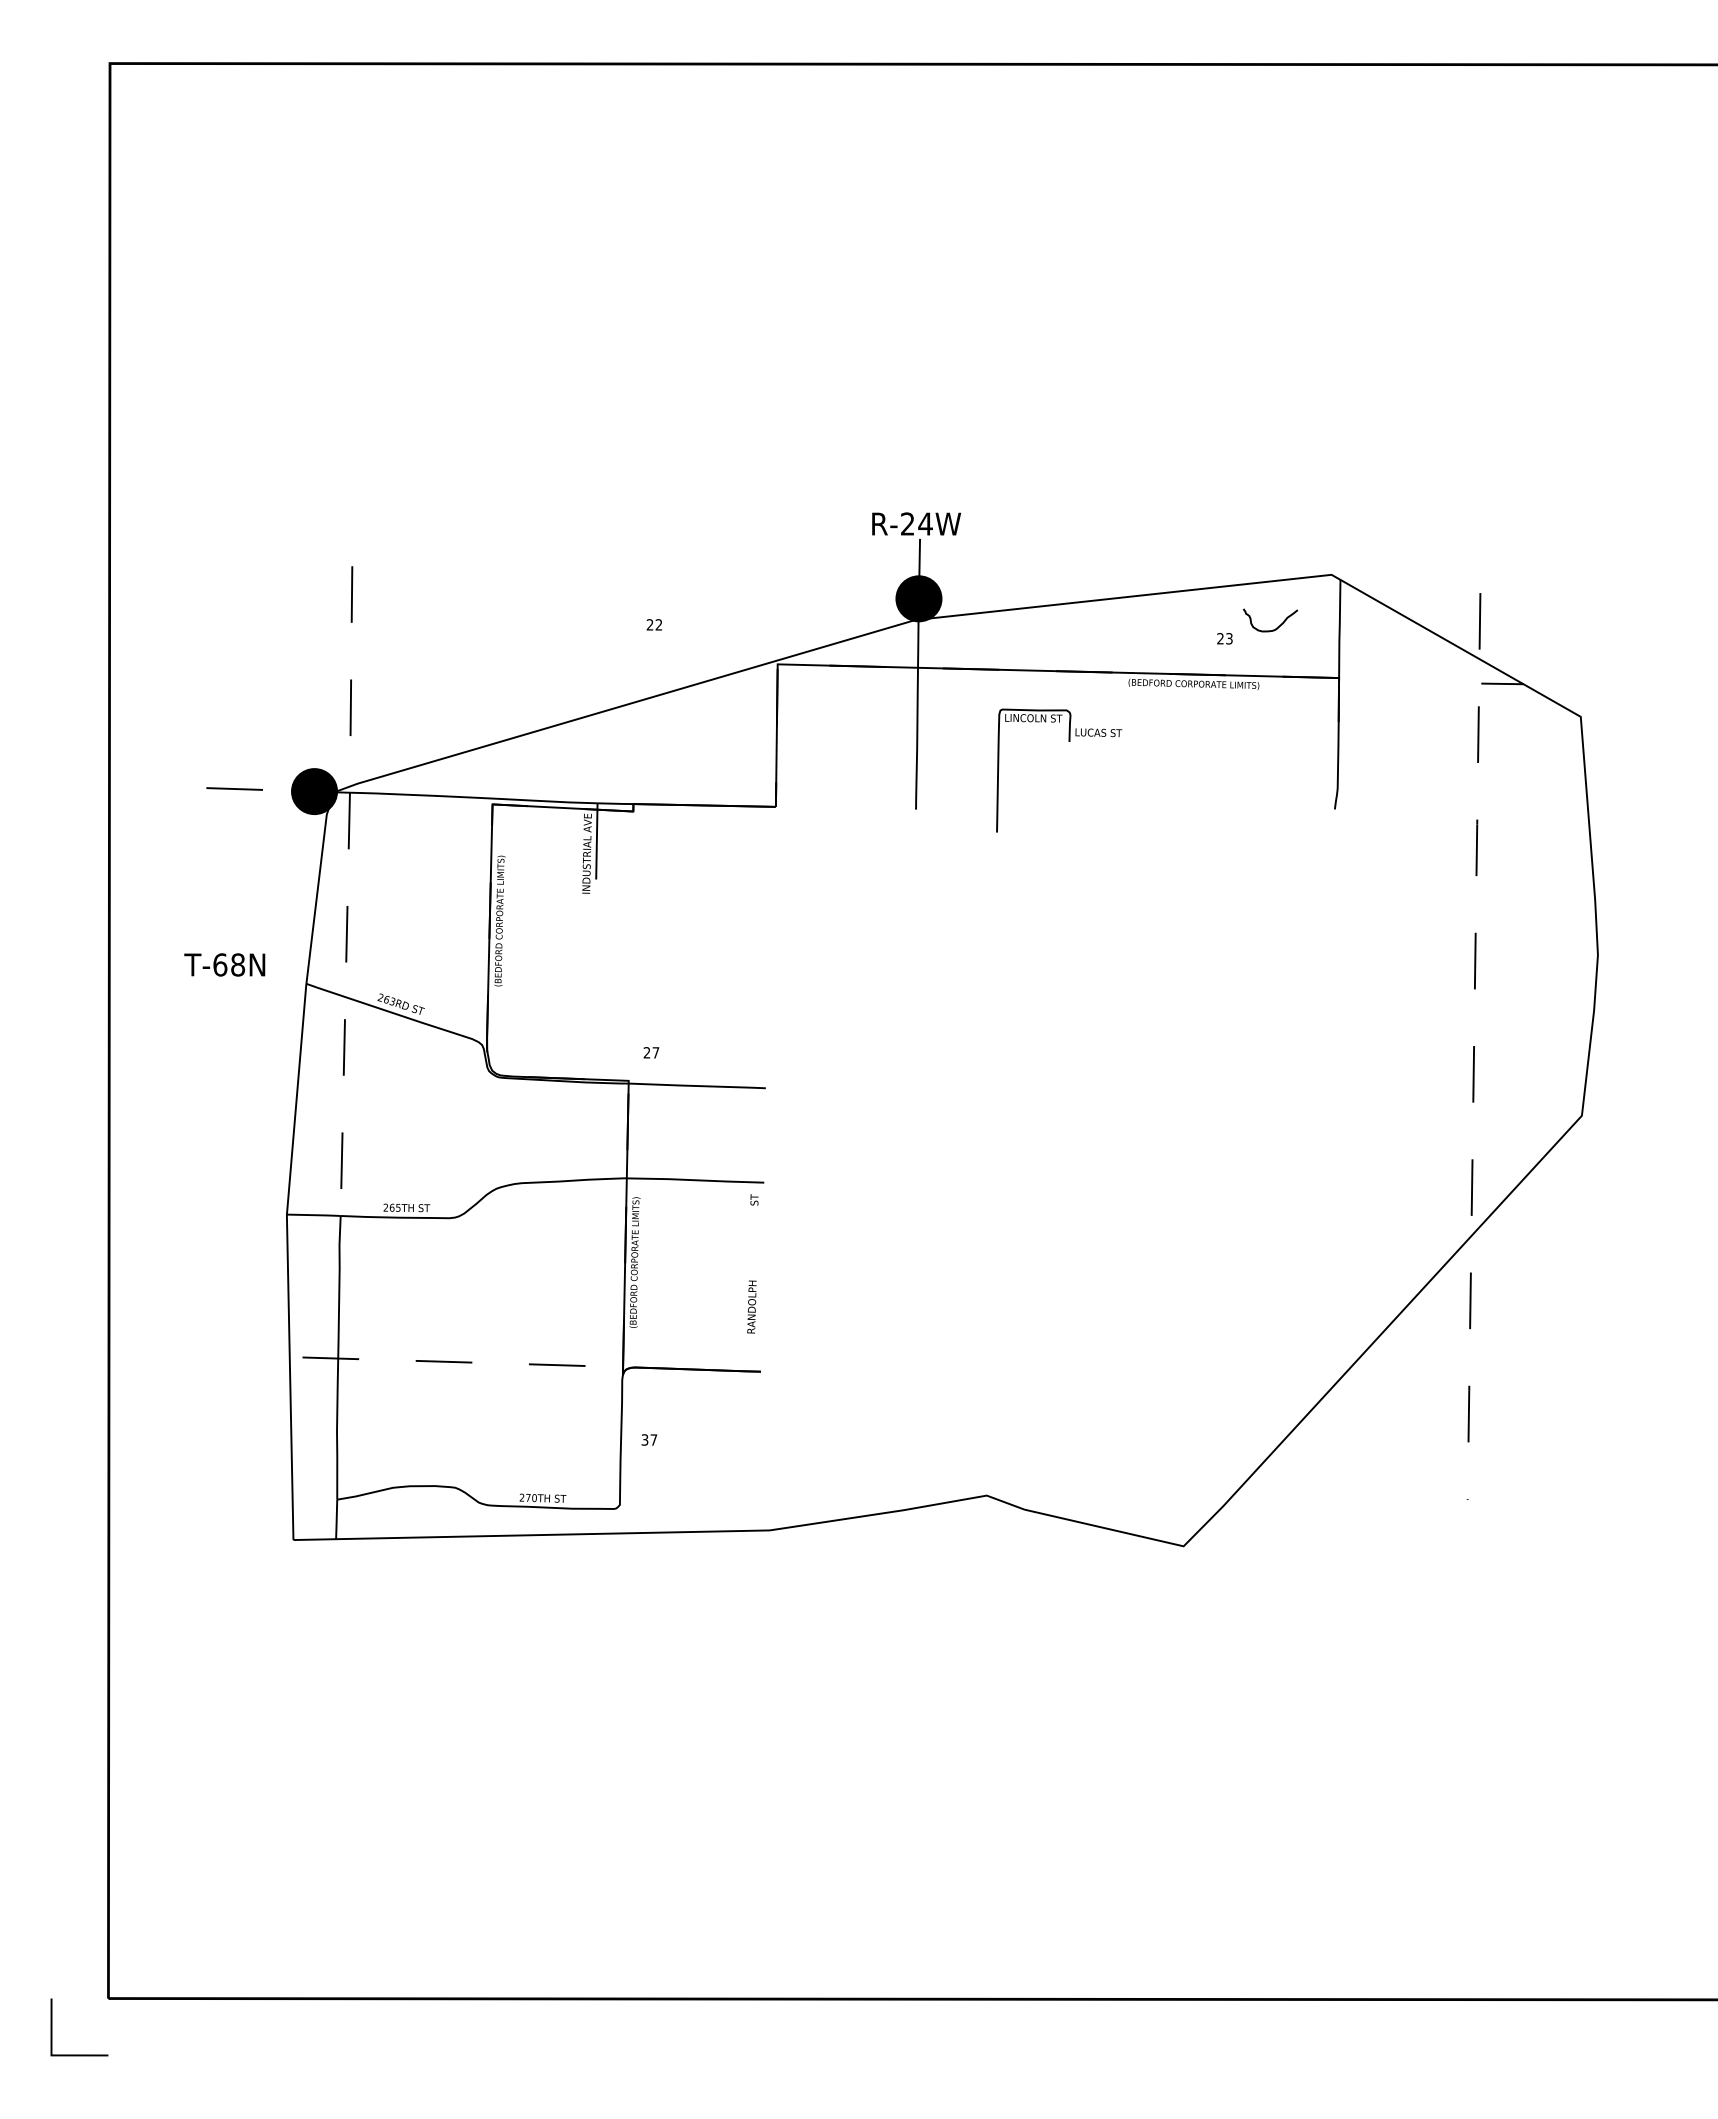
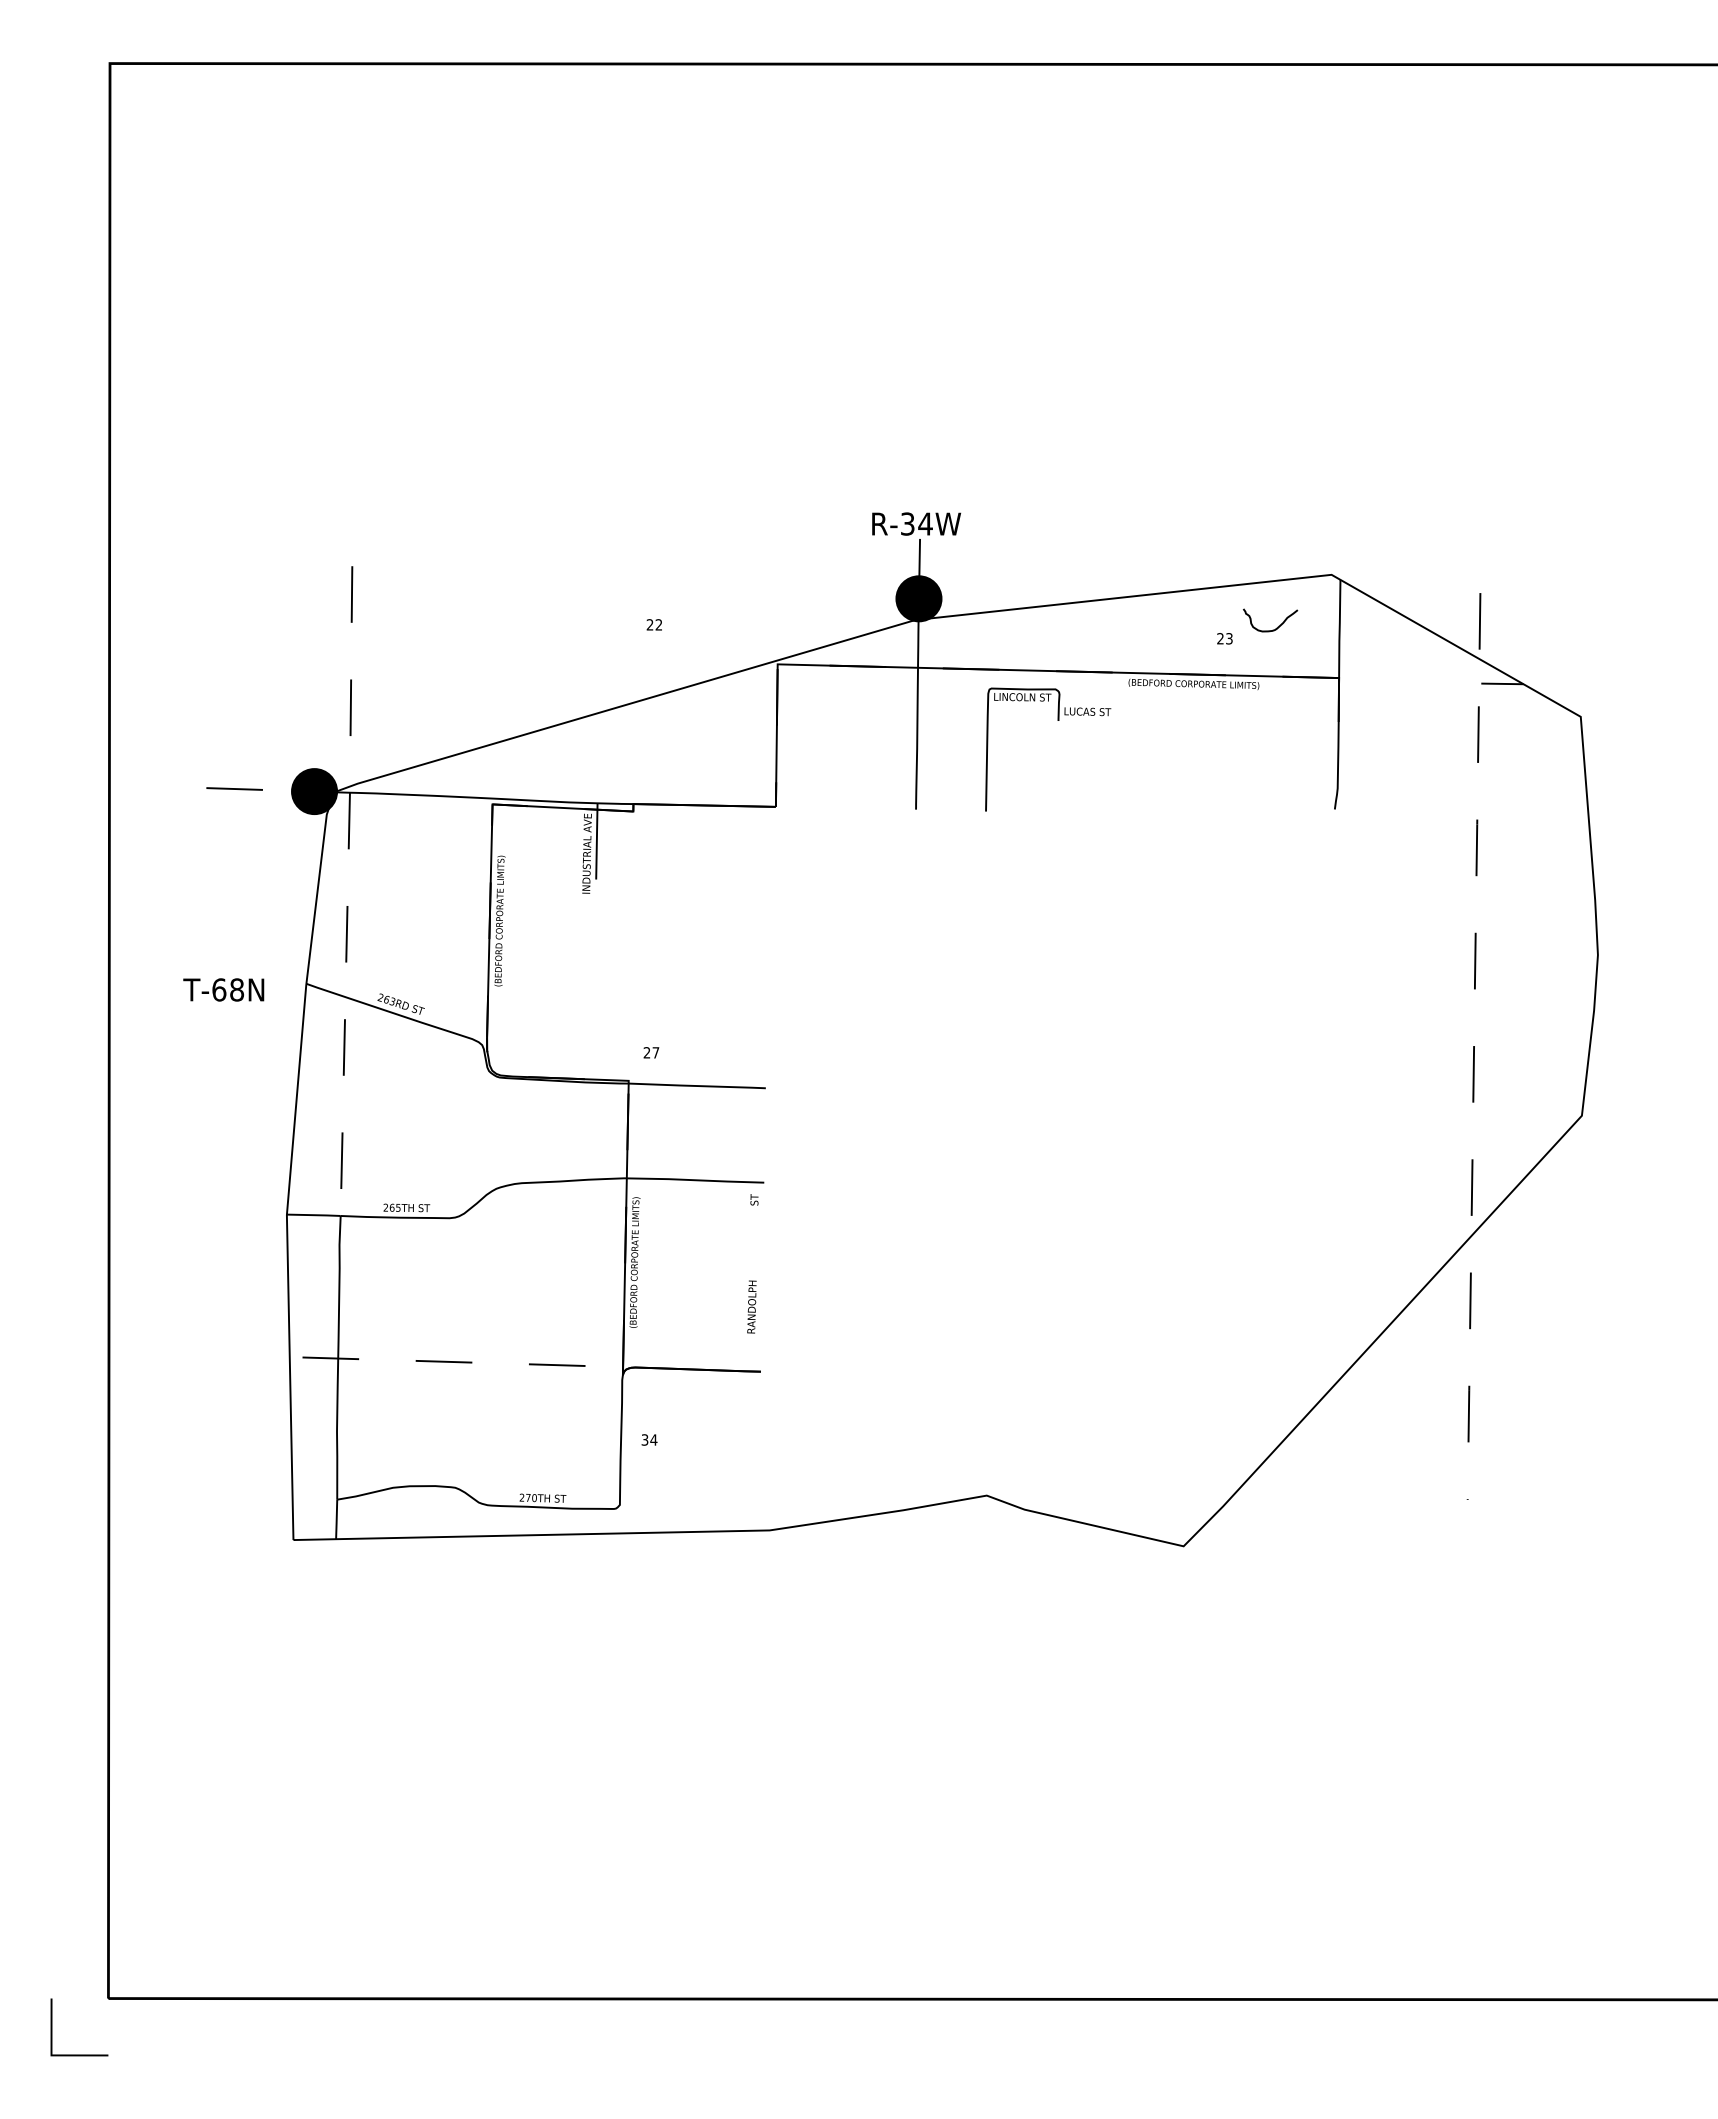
text at (907, 523): R-24W -> R-34W
part at (1068, 741) position: (1068, 741) -> (1057, 720)
text at (224, 964) position: (224, 964) -> (223, 989)
text at (653, 1439): 37 -> 34
